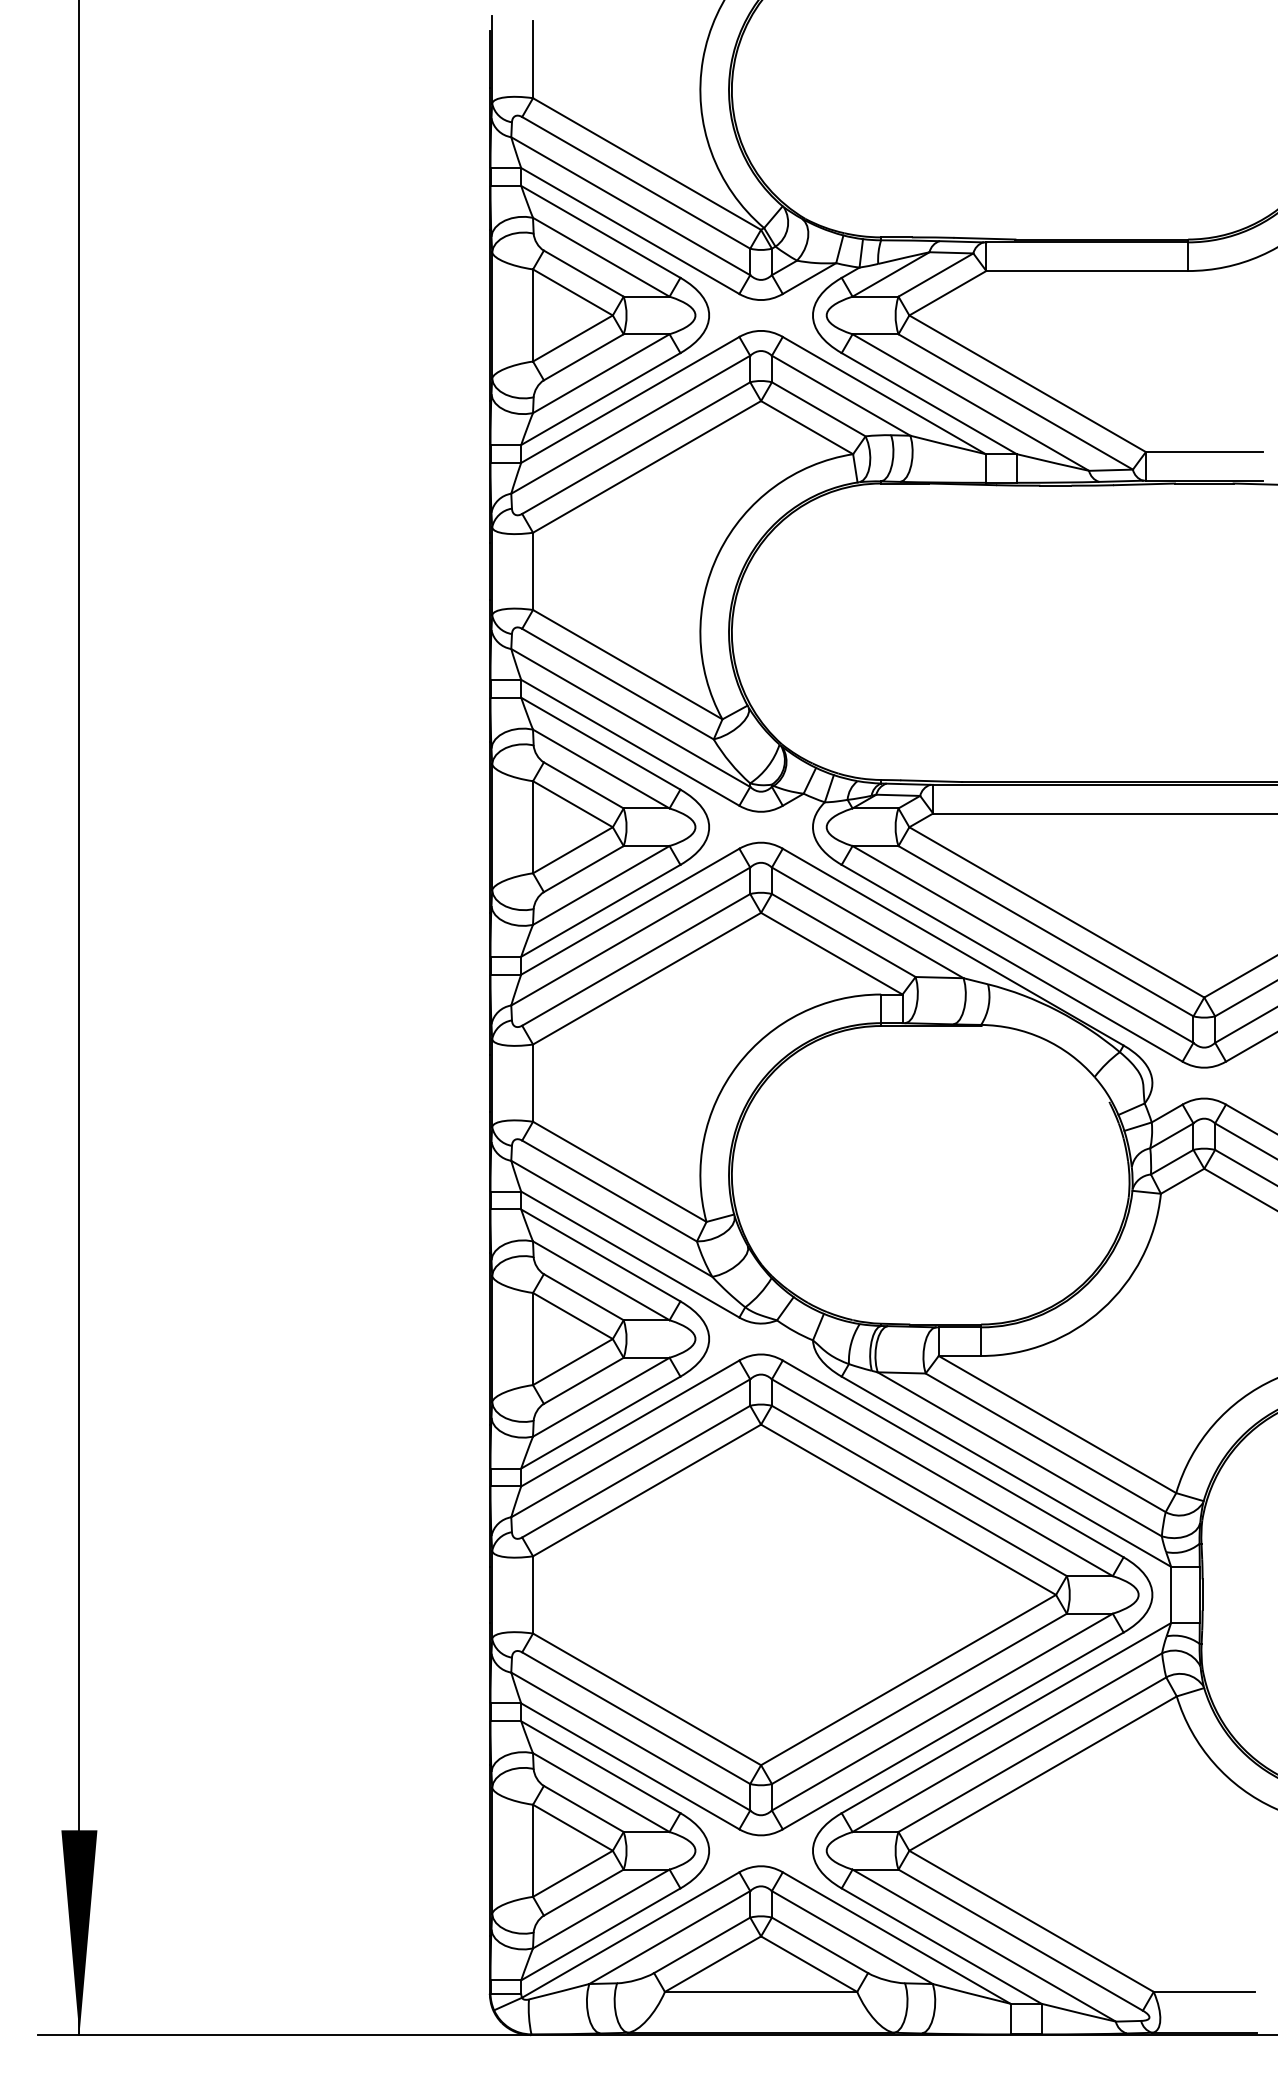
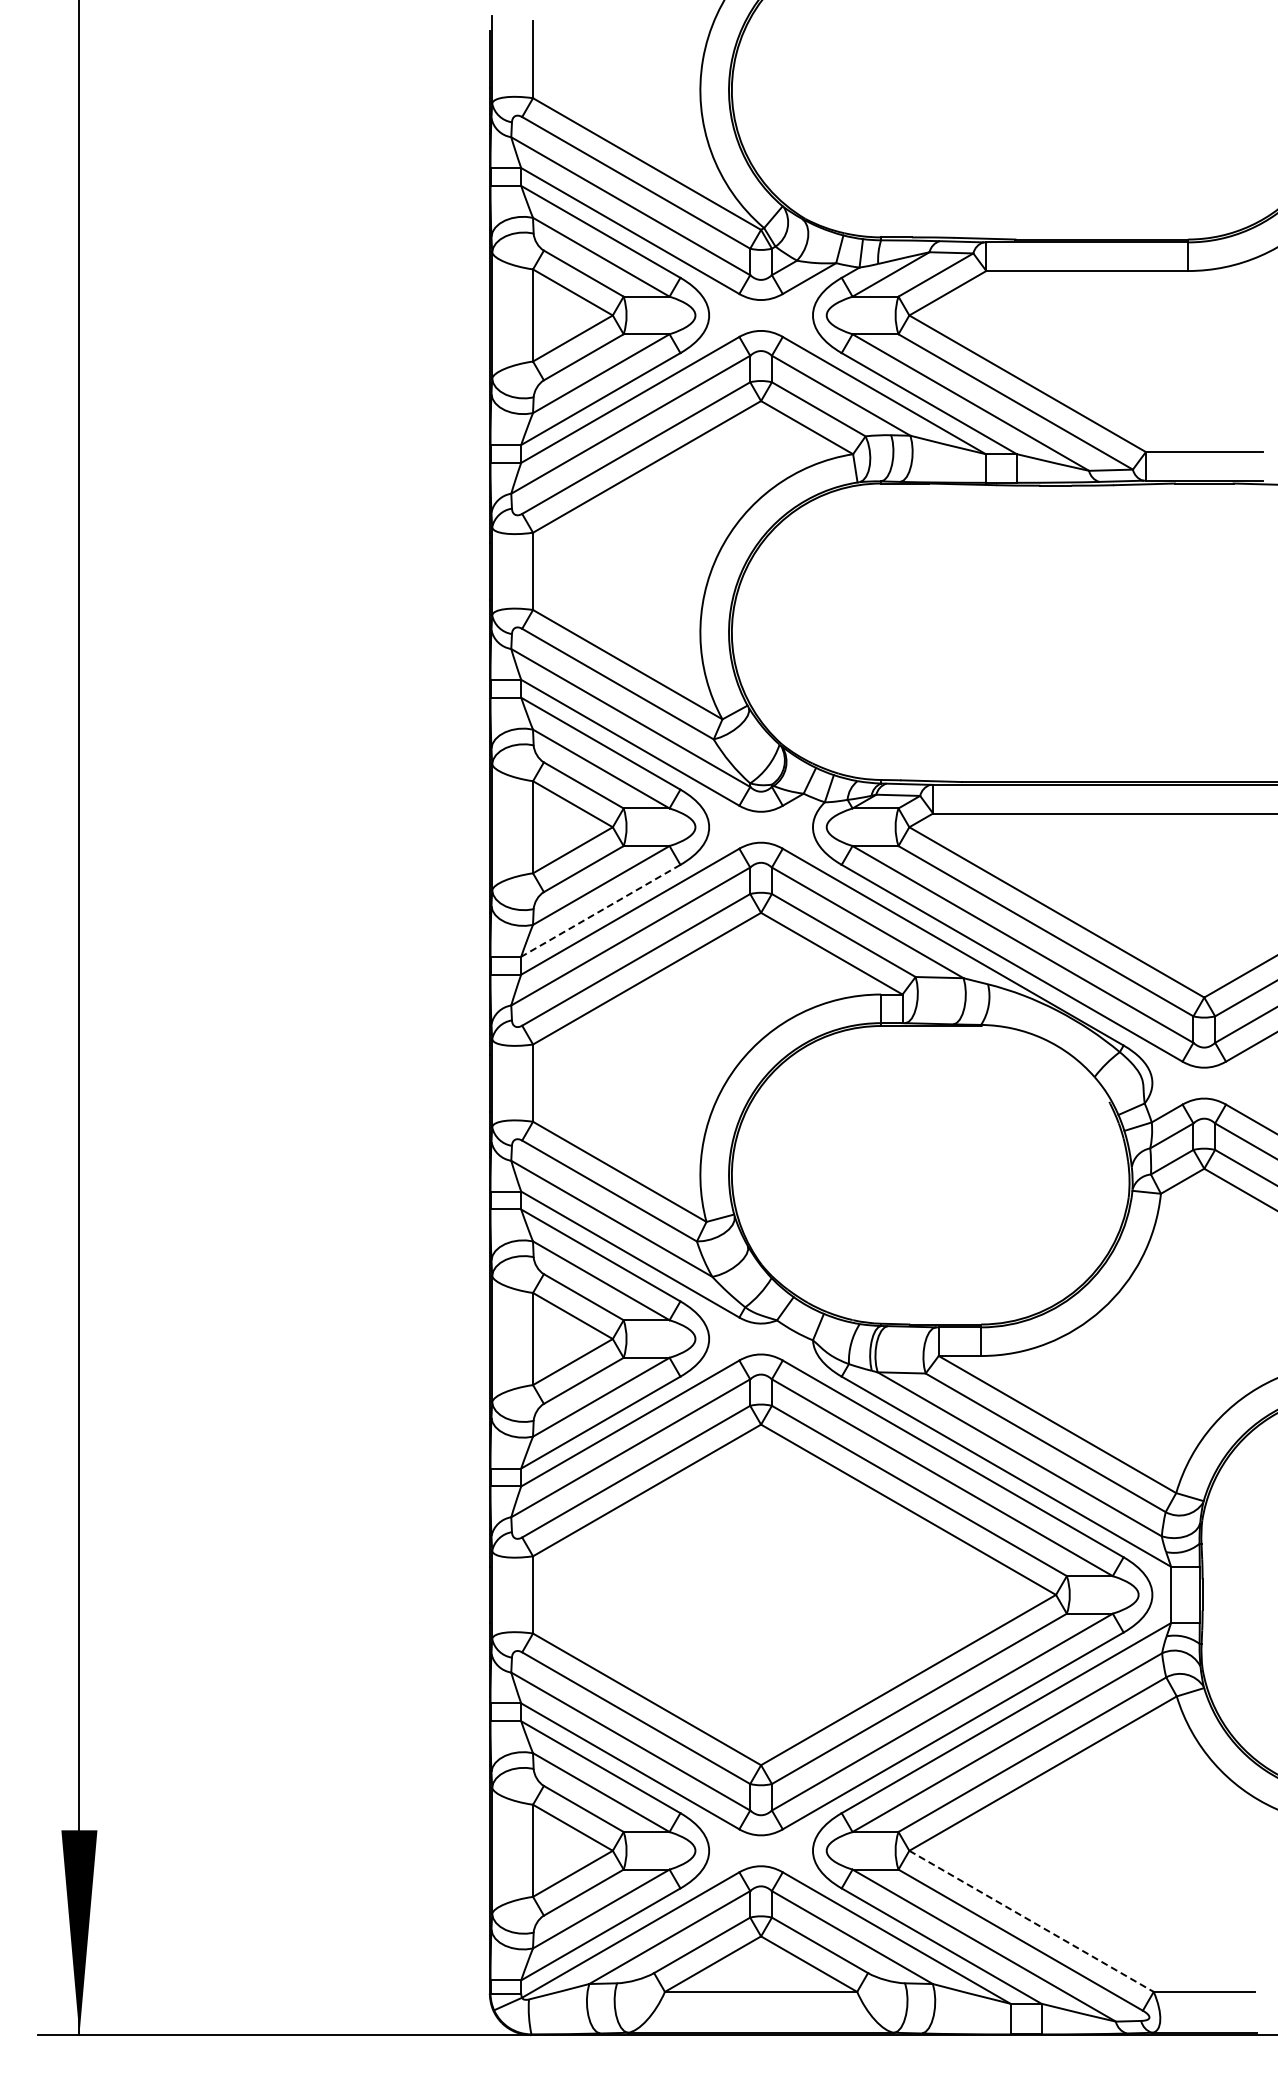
line at (600, 910): solid -> dashed
line at (1031, 1921): solid -> dashed
